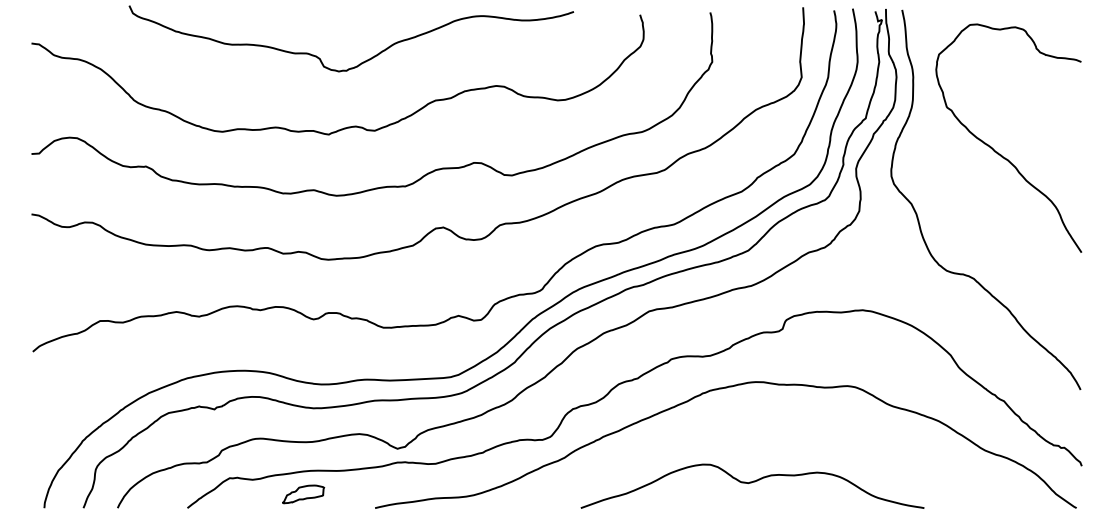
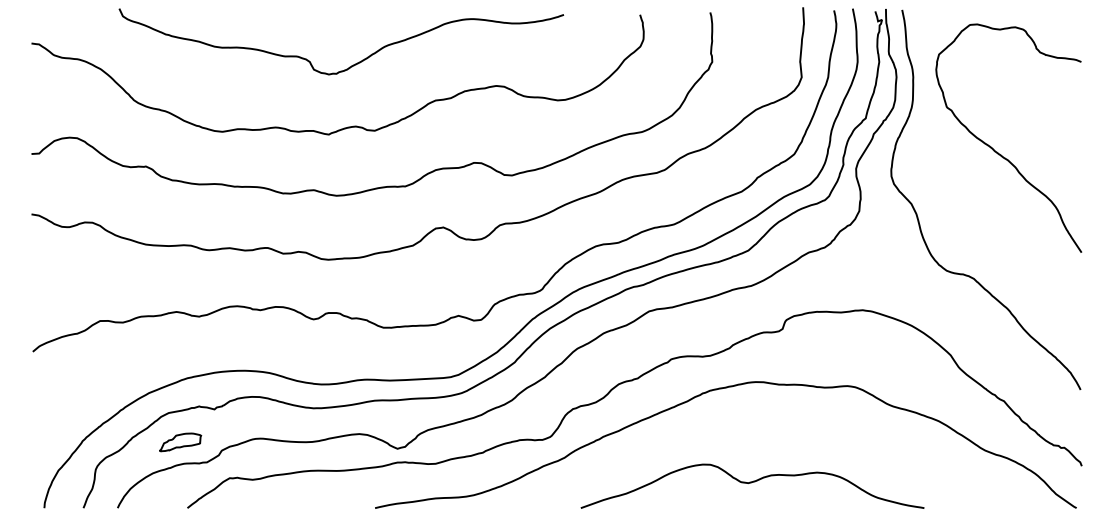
curve at (363, 61) position: (363, 61) -> (353, 64)
part at (303, 494) position: (303, 494) -> (180, 442)
